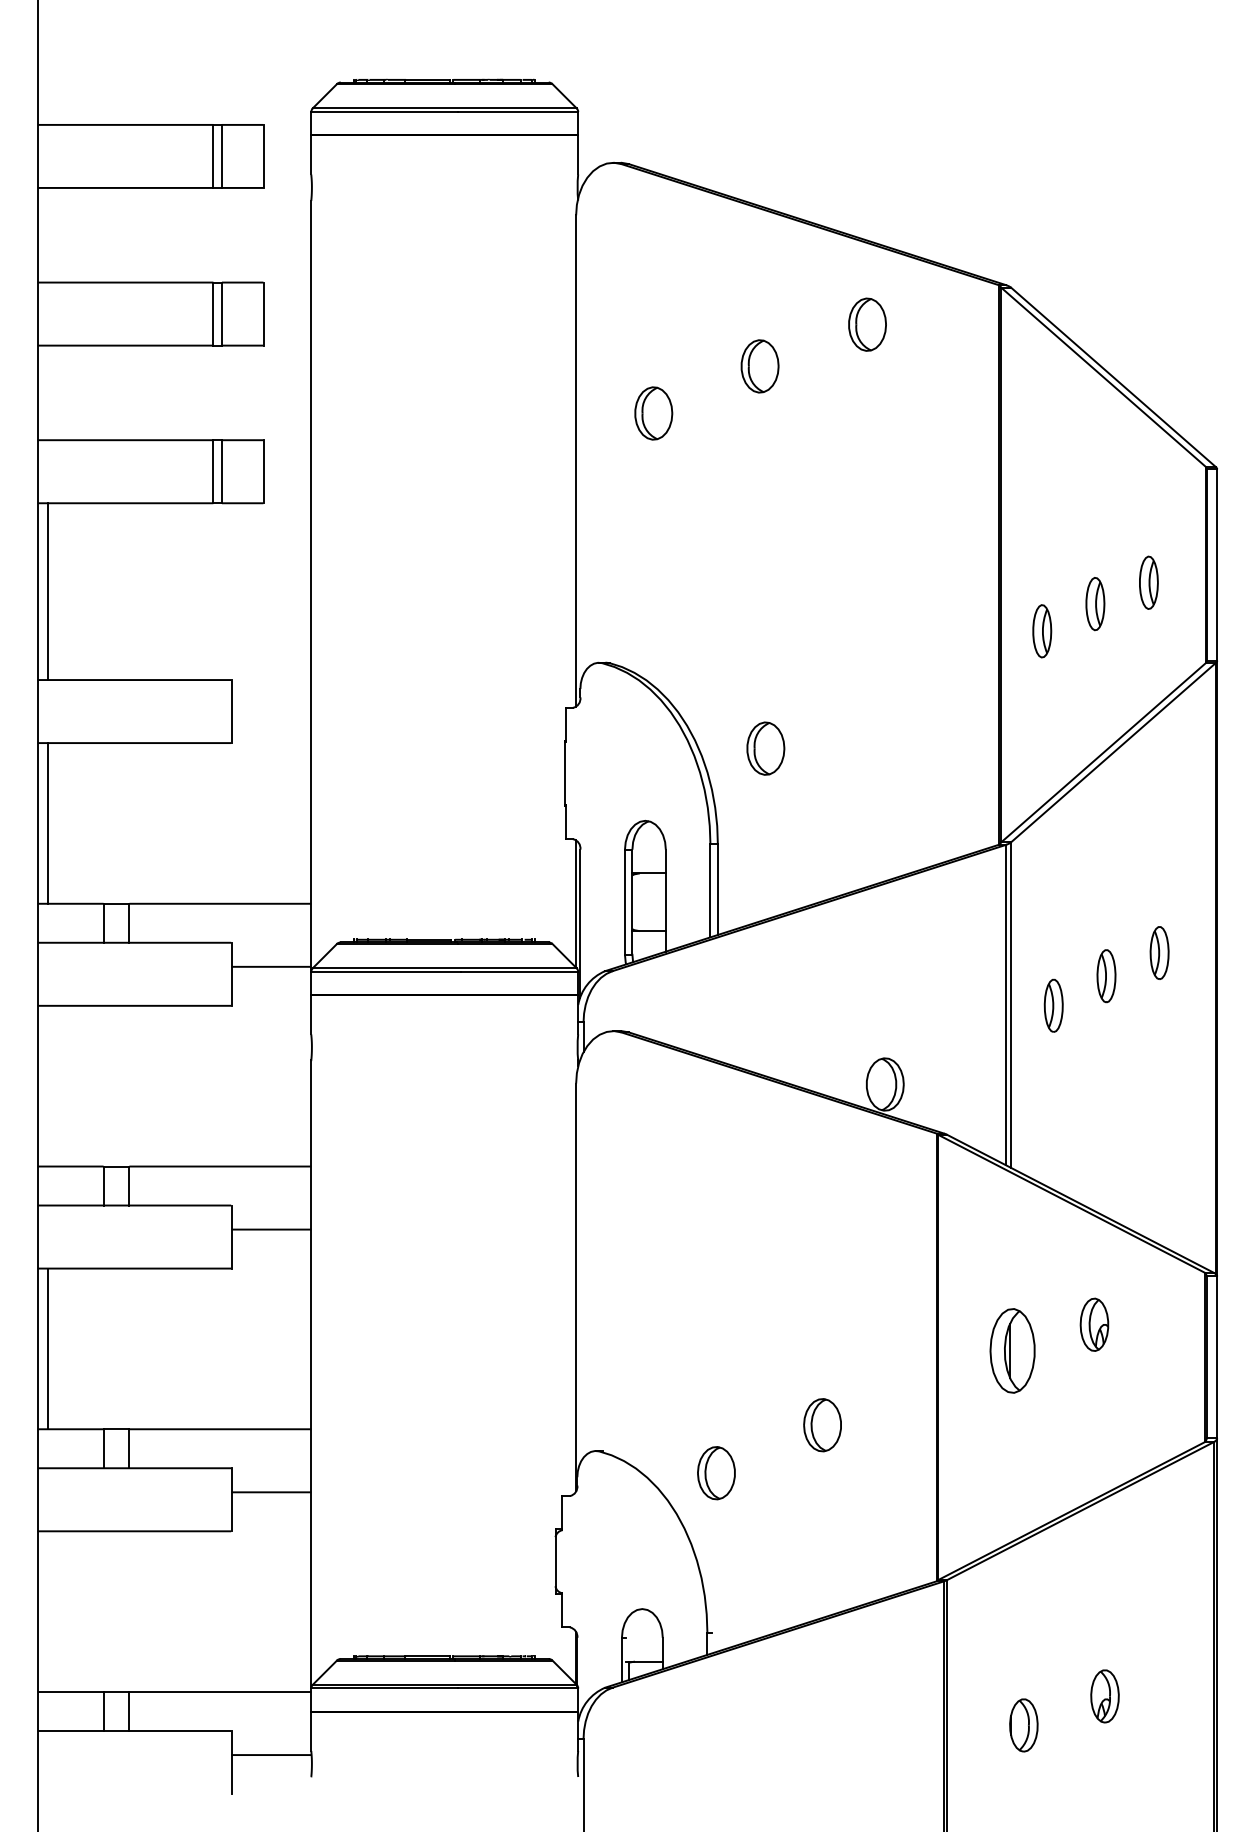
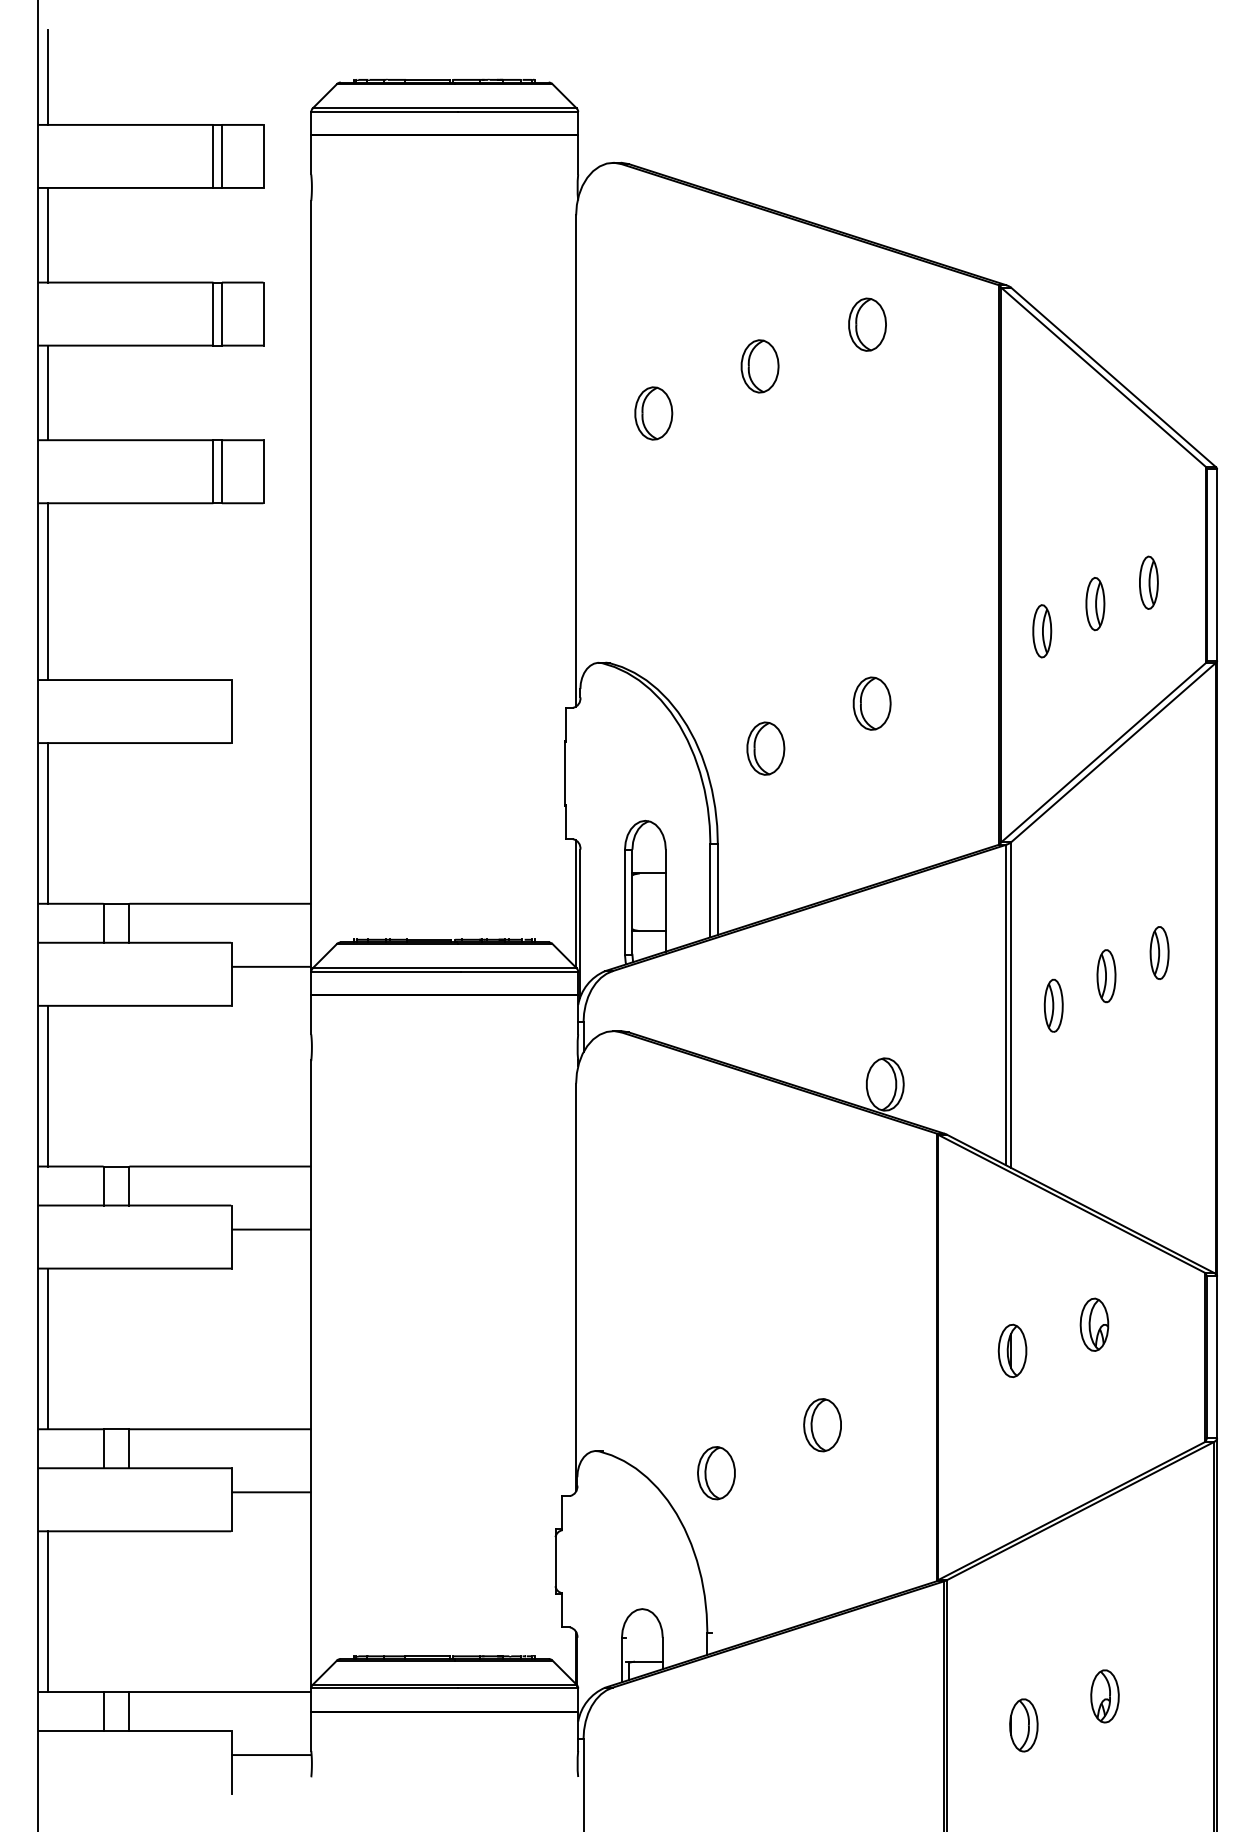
line at (48, 77): none -> present
line at (48, 234): none -> present
line at (48, 392): none -> present
part at (871, 703): none -> present
line at (48, 1085): none -> present
part at (1012, 1350) size: 47x86 px -> 31x56 px
line at (48, 1611): none -> present
